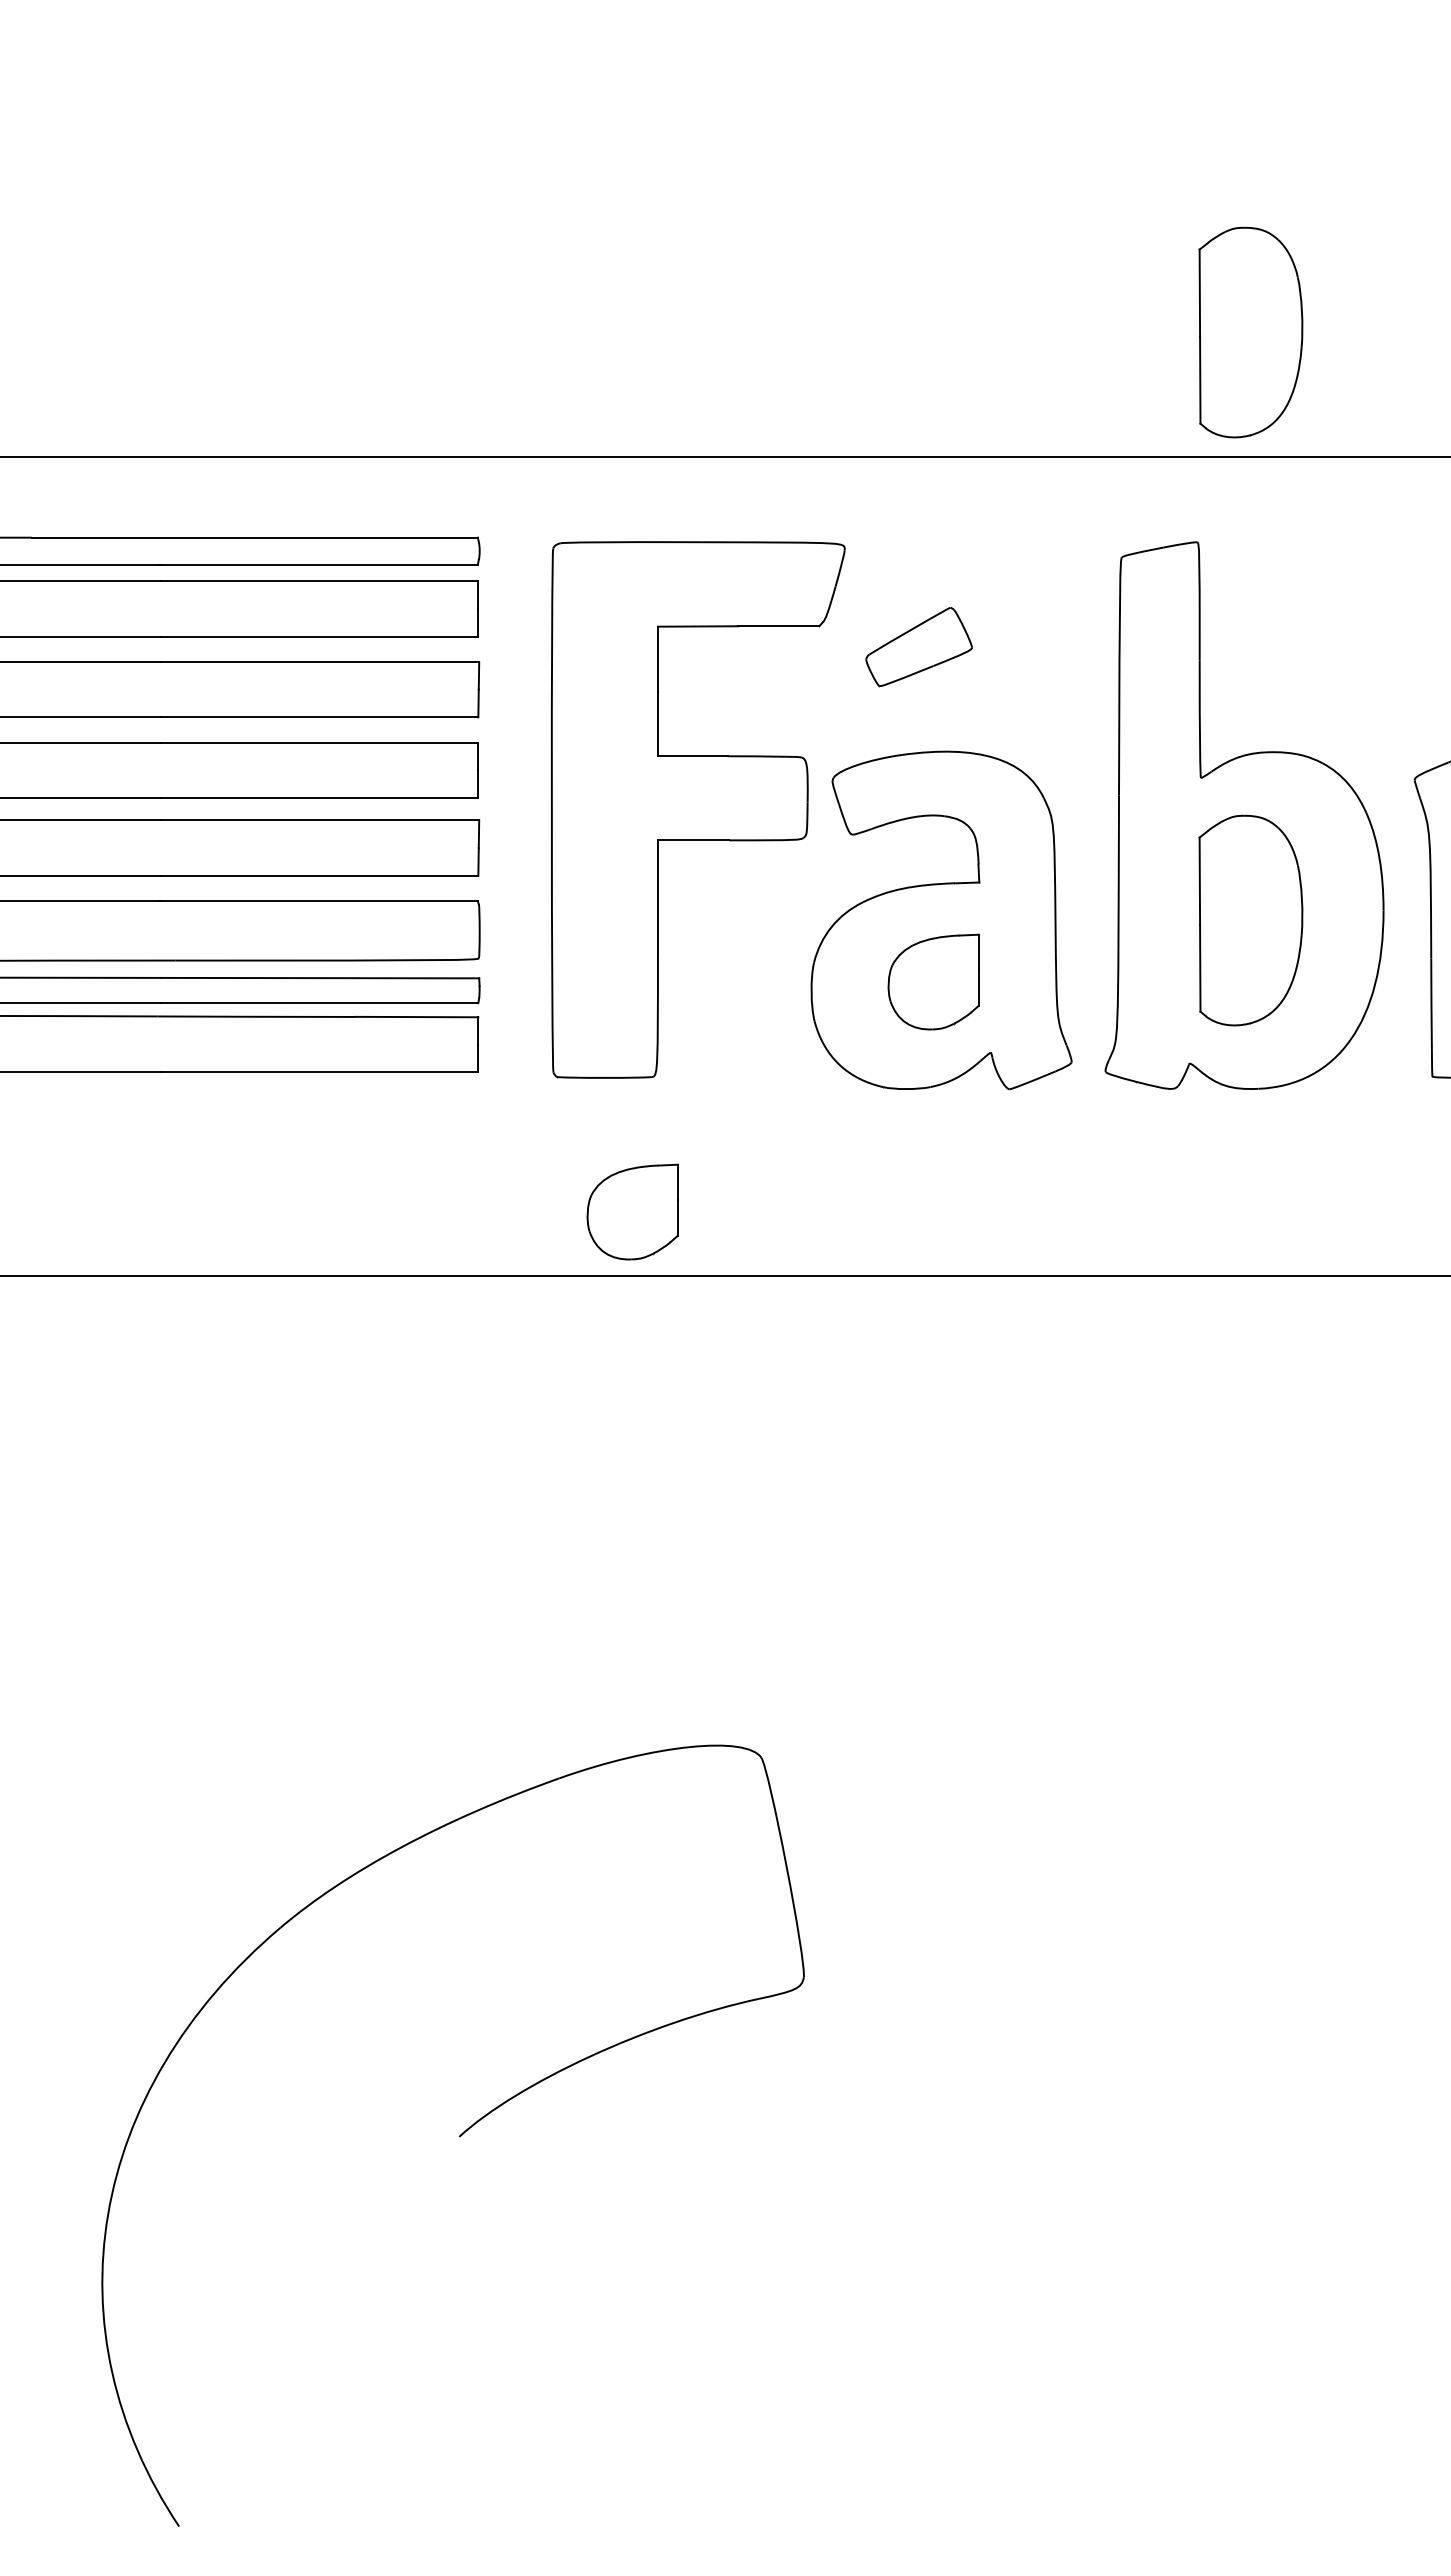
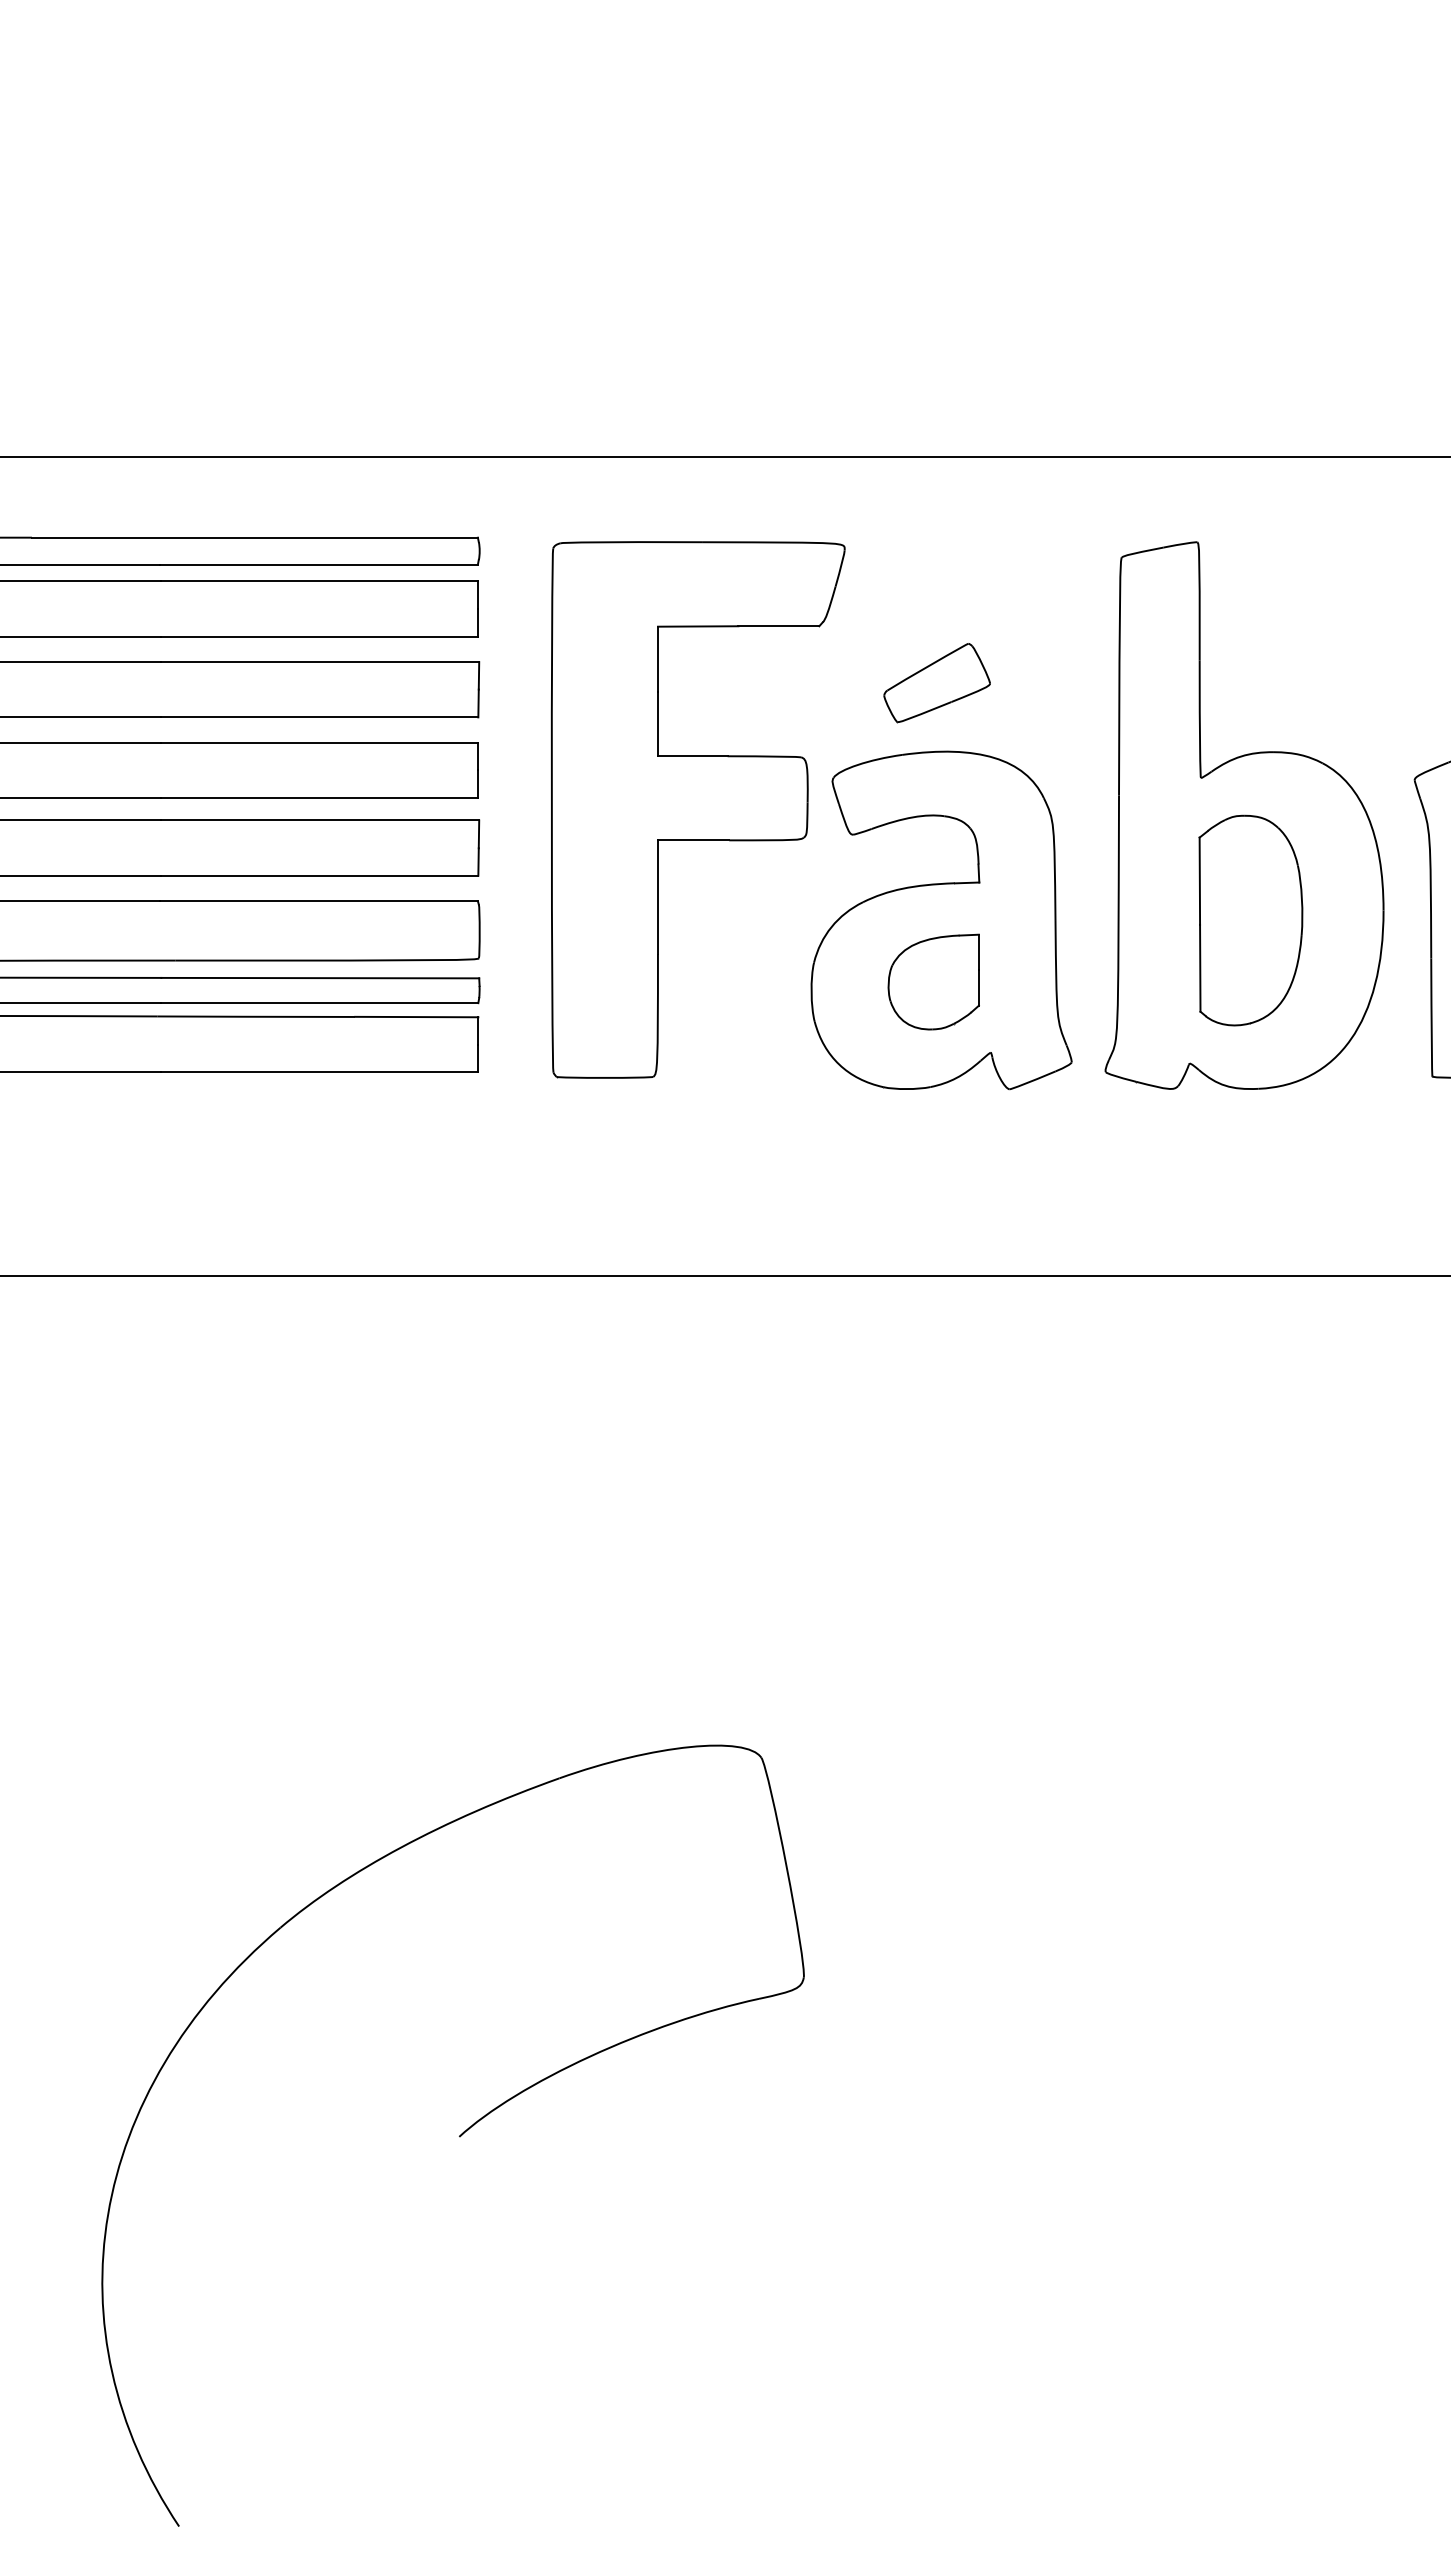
part at (1250, 332): present -> none
part at (918, 647) position: (918, 647) -> (936, 683)
part at (632, 1211): present -> none
